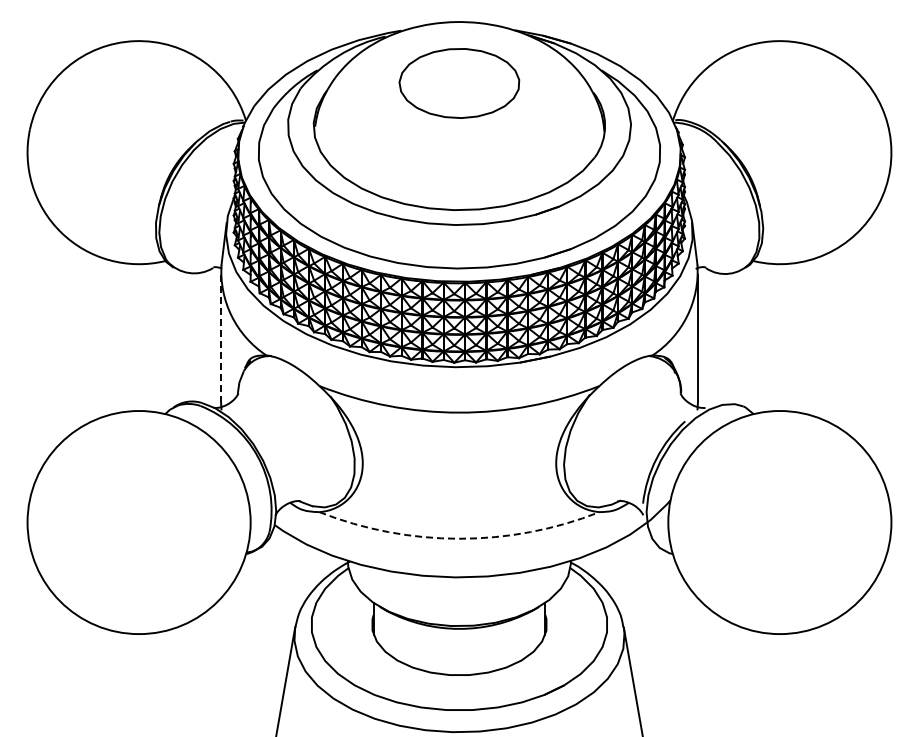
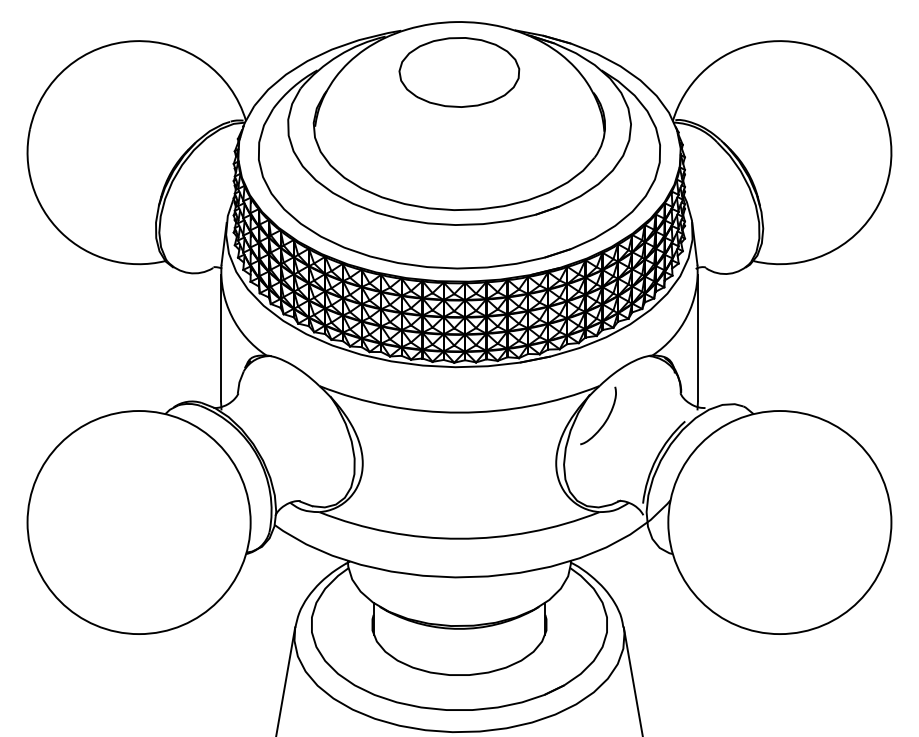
part at (459, 83) position: (459, 83) -> (459, 72)
line at (220, 338): dashed -> solid
curve at (604, 421): none -> present
arc at (459, 538): dashed -> solid
